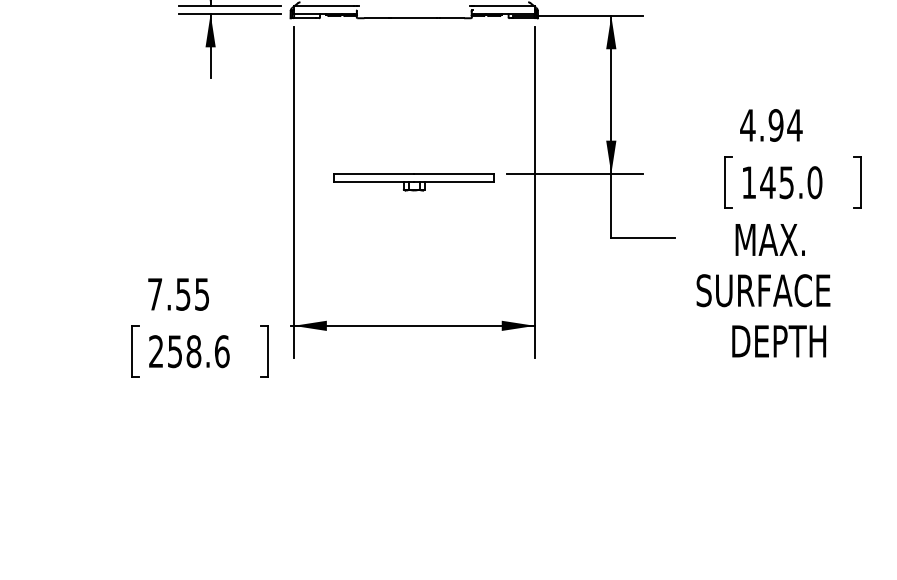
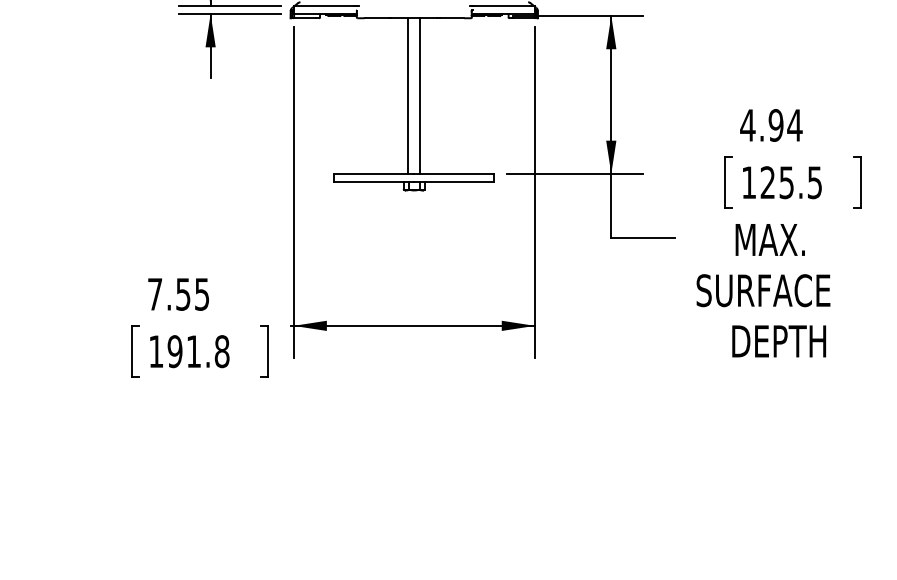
line at (408, 95): none -> present
line at (420, 95): none -> present
text at (791, 182): 145.0 -> 125.5
text at (189, 351): 258.6 -> 191.8
